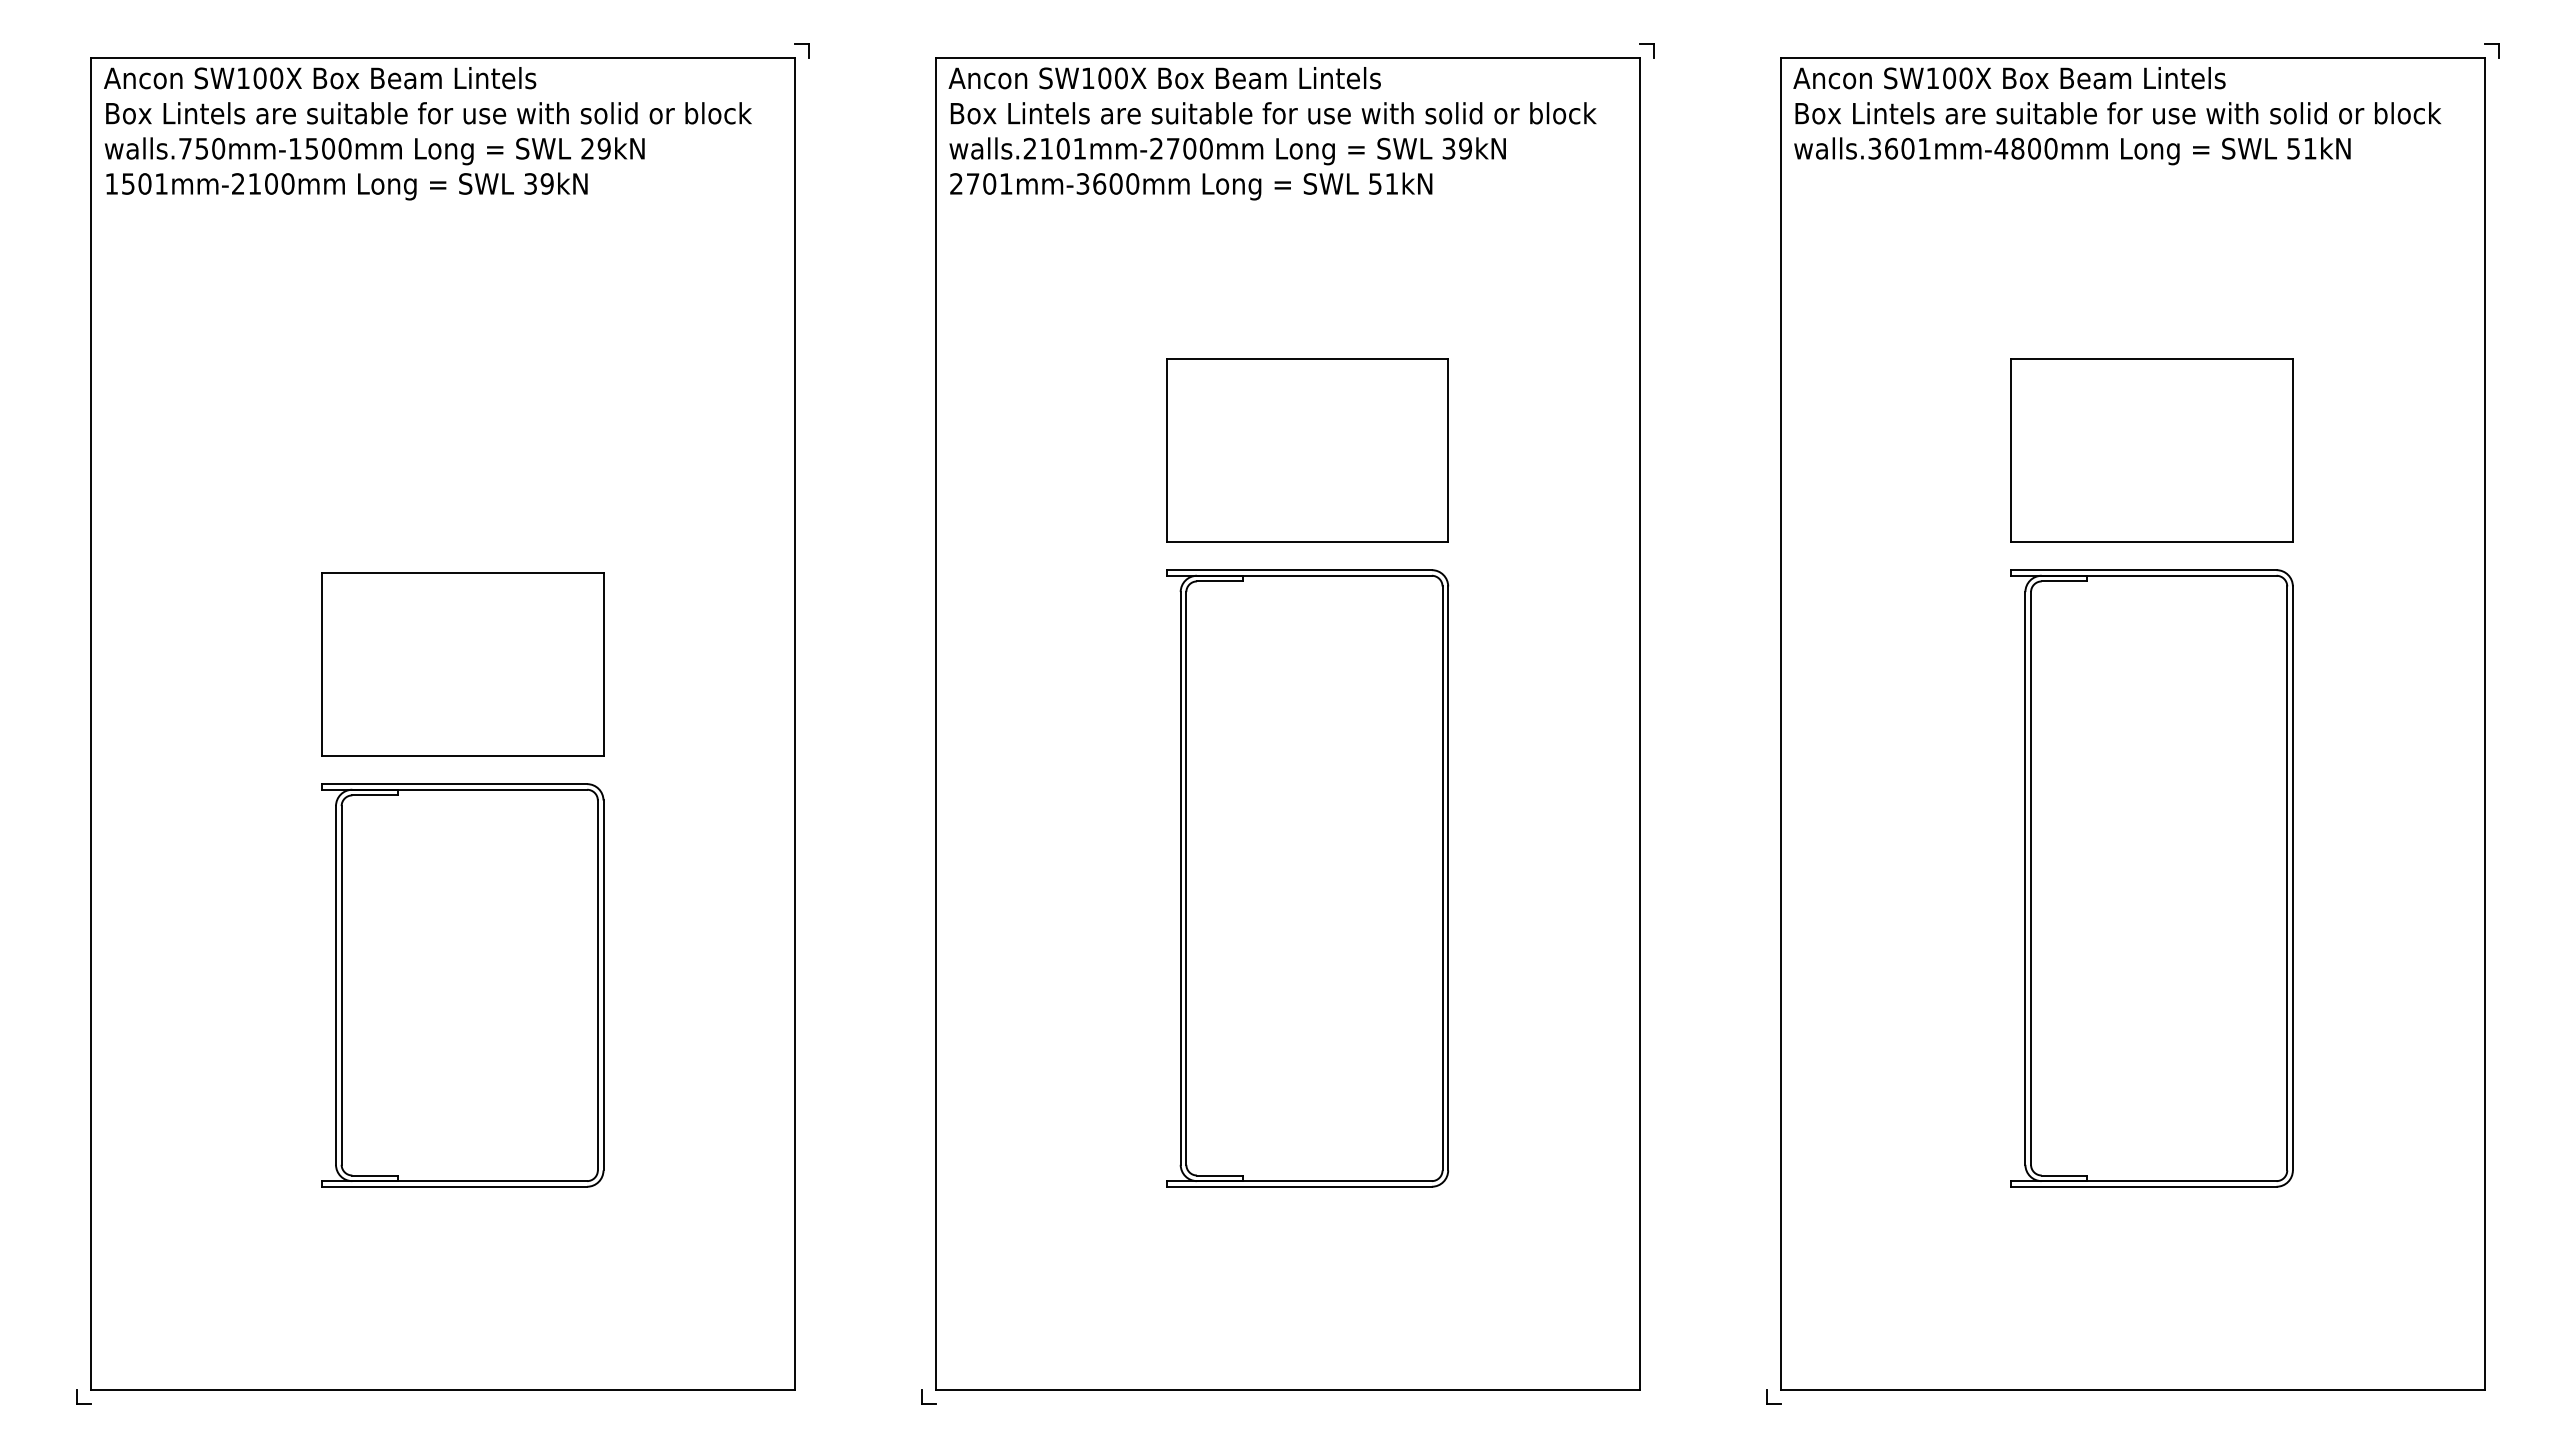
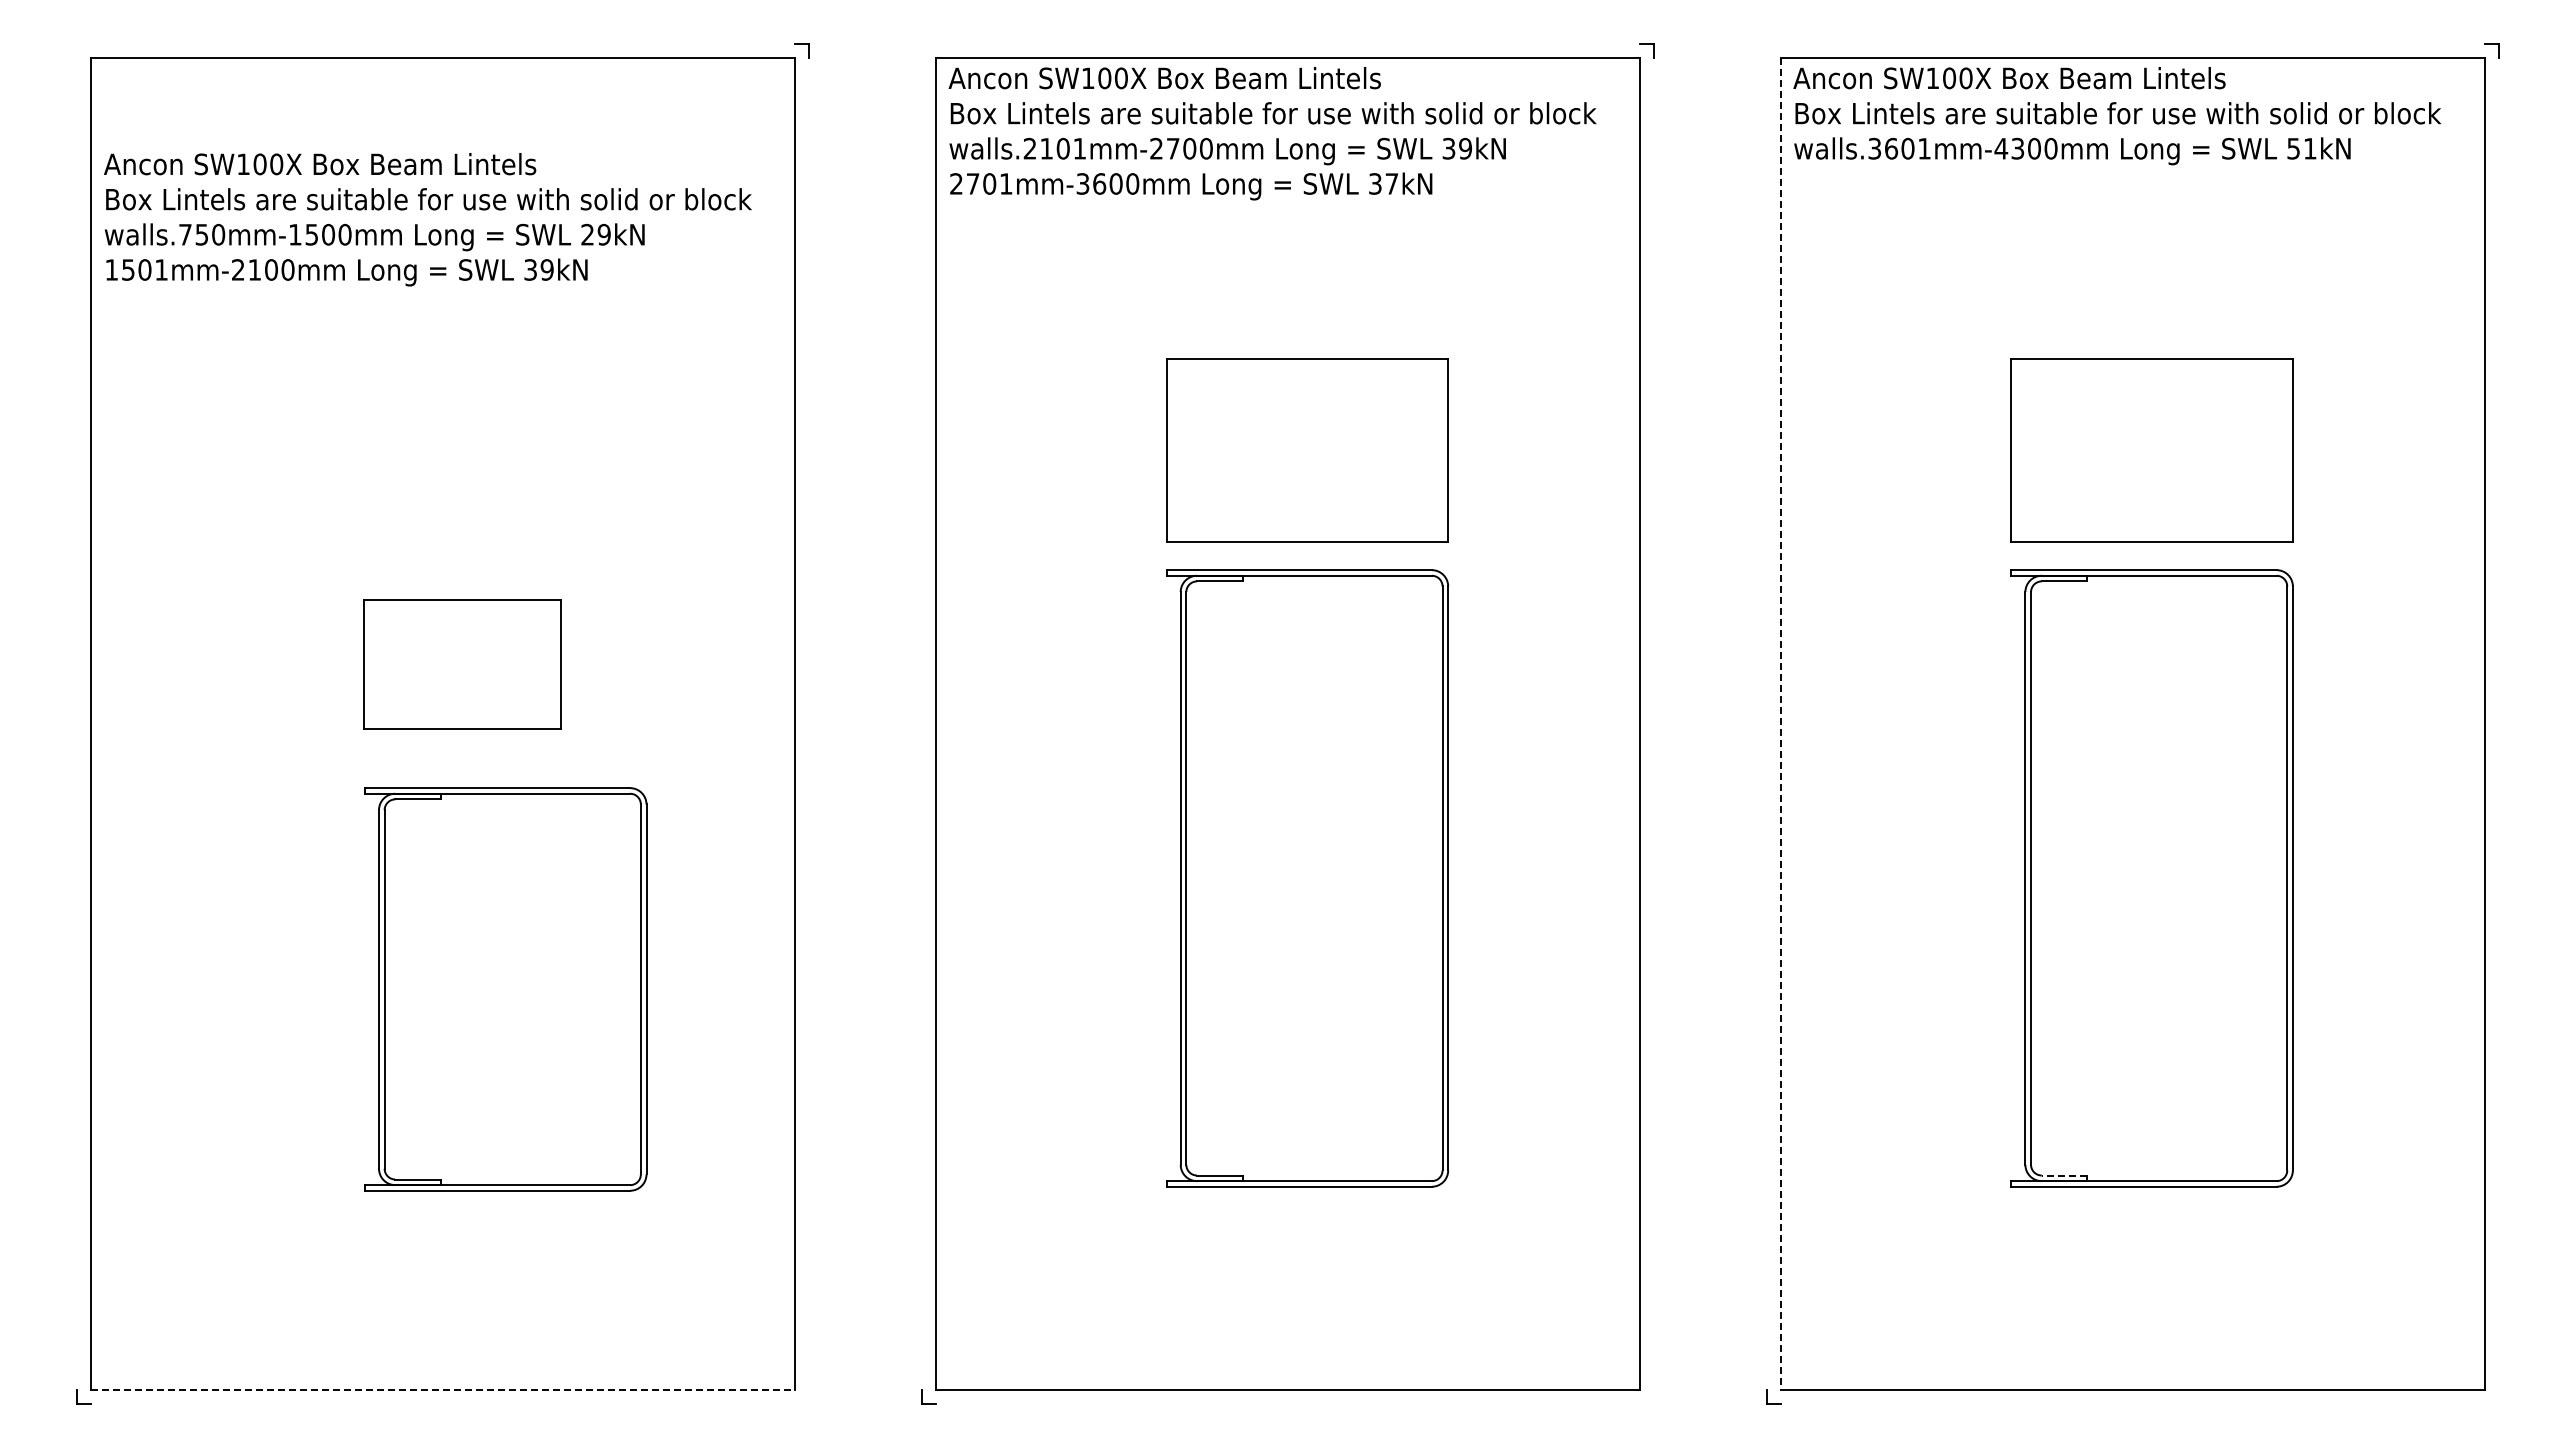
text at (427, 133) position: (427, 133) -> (427, 219)
text at (2017, 148): 3601mm-4800mm -> 3601mm-4300mm
text at (1383, 183): 51kN -> 37kN
part at (462, 664) size: 284x185 px -> 199x131 px
line at (1780, 724): solid -> dashed
part at (462, 985) position: (462, 985) -> (505, 989)
line at (2064, 1175): solid -> dashed
line at (443, 1390): solid -> dashed
